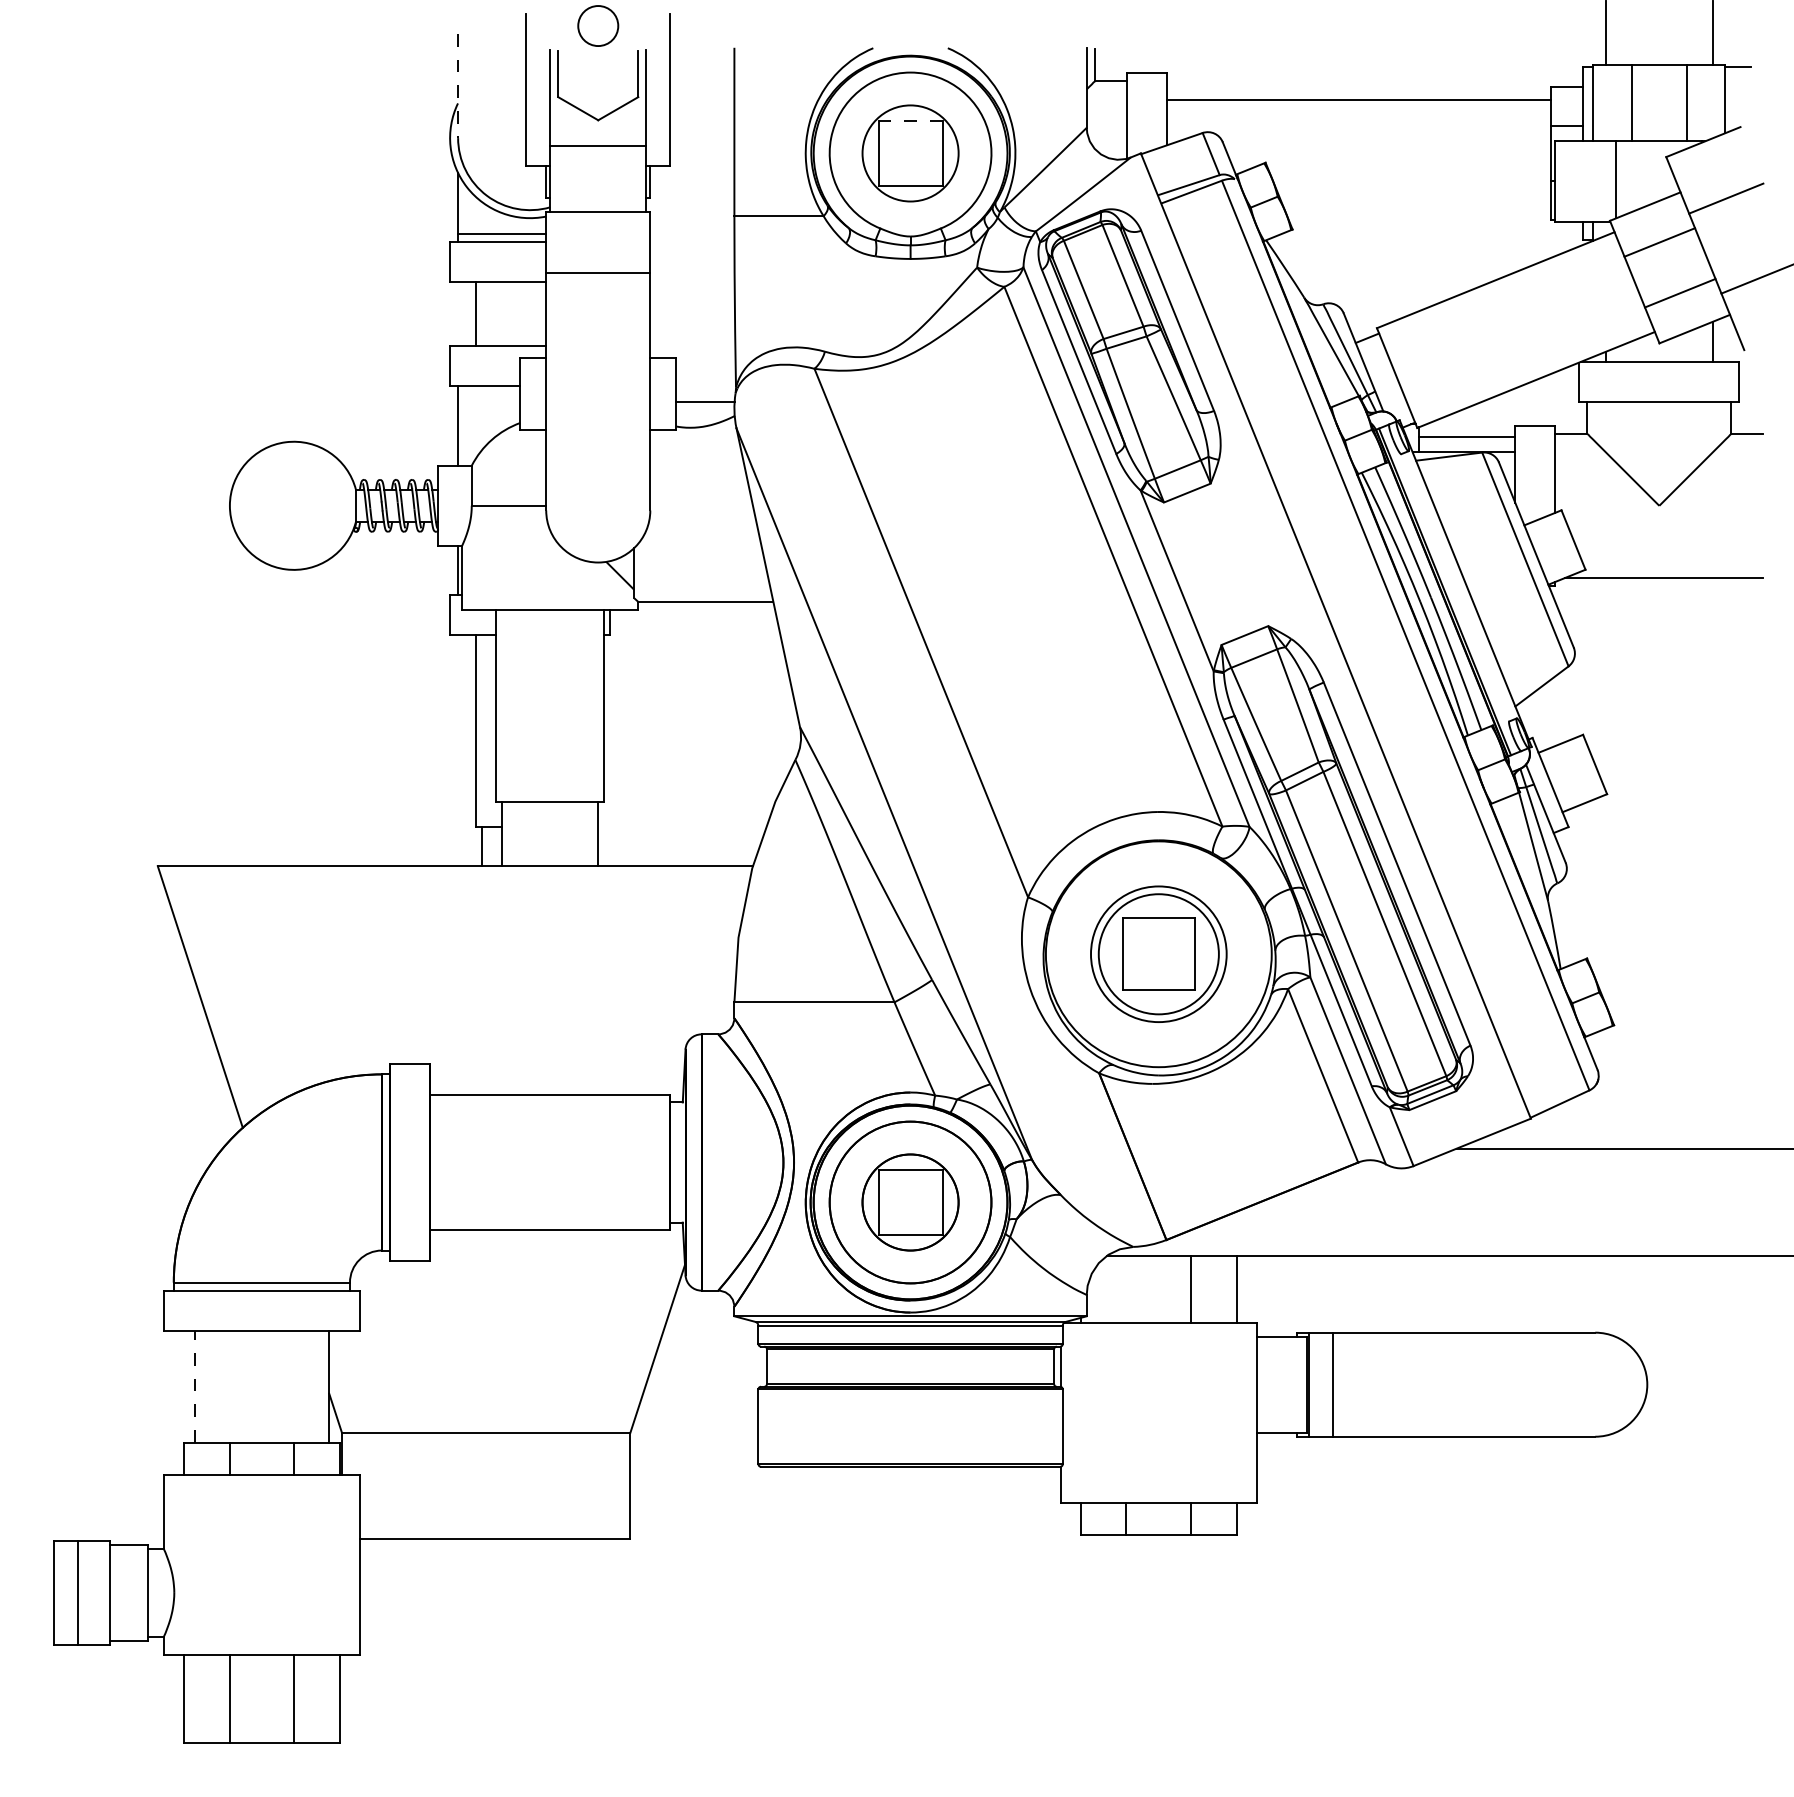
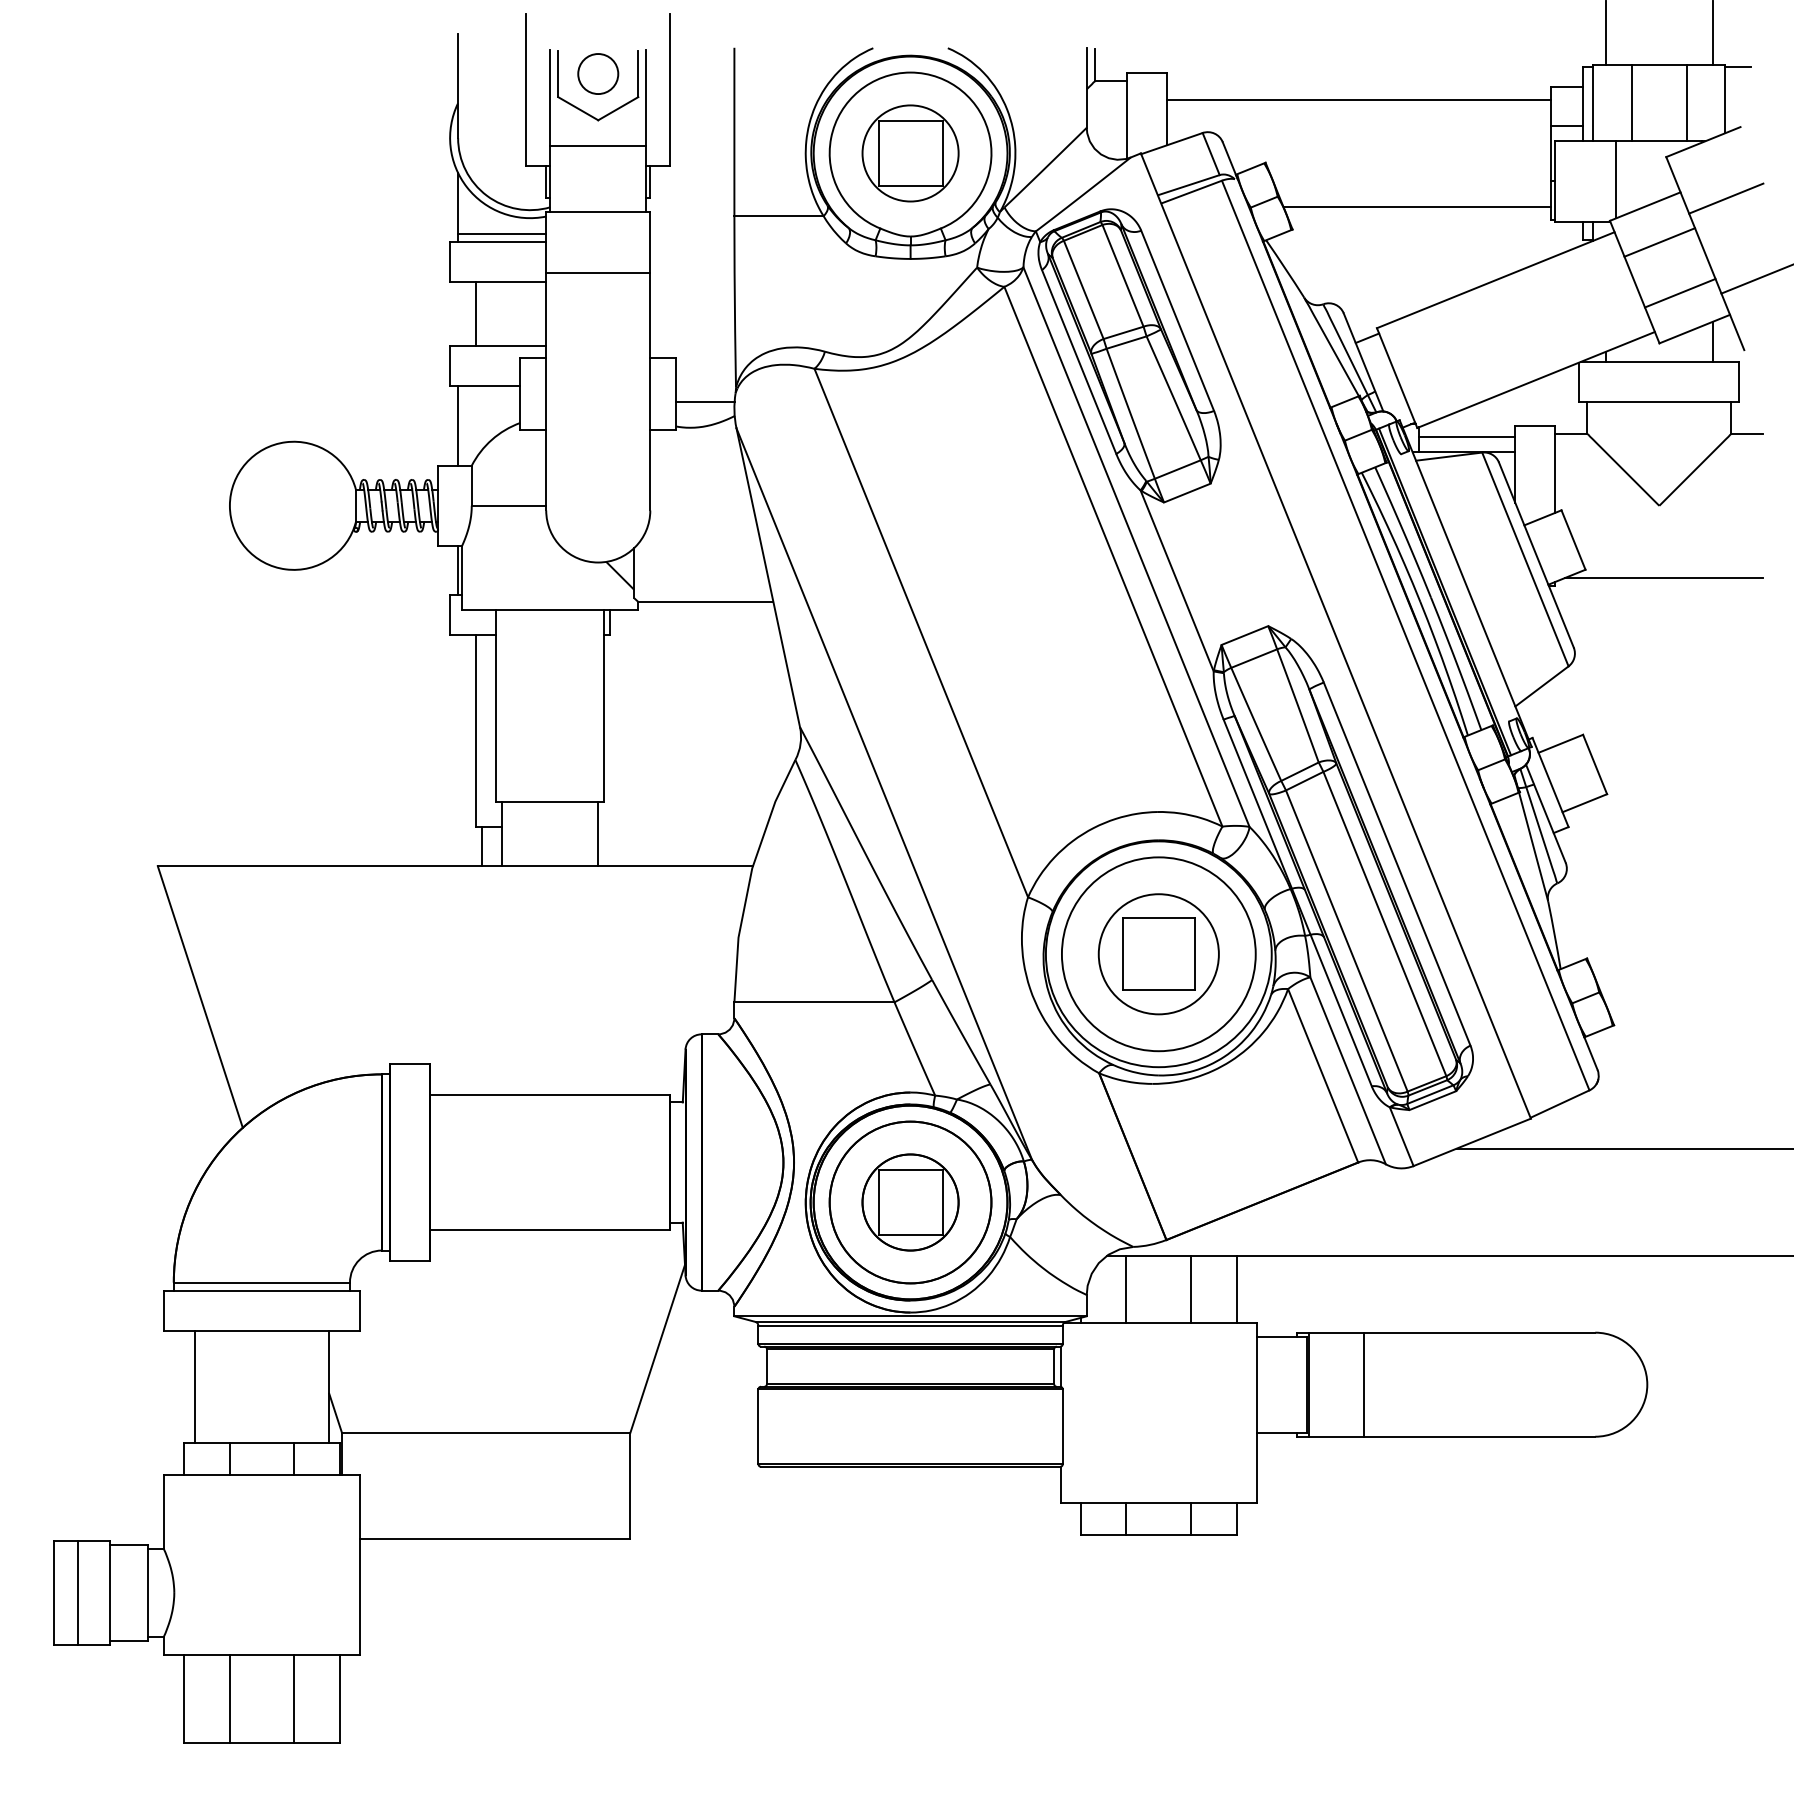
circle at (598, 25) position: (598, 25) -> (598, 73)
line at (458, 86): dashed -> solid
line at (910, 121): dashed -> solid
line at (1417, 207): none -> present
circle at (1158, 954) diameter: 136 px -> 194 px
line at (1126, 1289): none -> present
line at (1333, 1384) position: (1333, 1384) -> (1364, 1384)
line at (194, 1386): dashed -> solid
